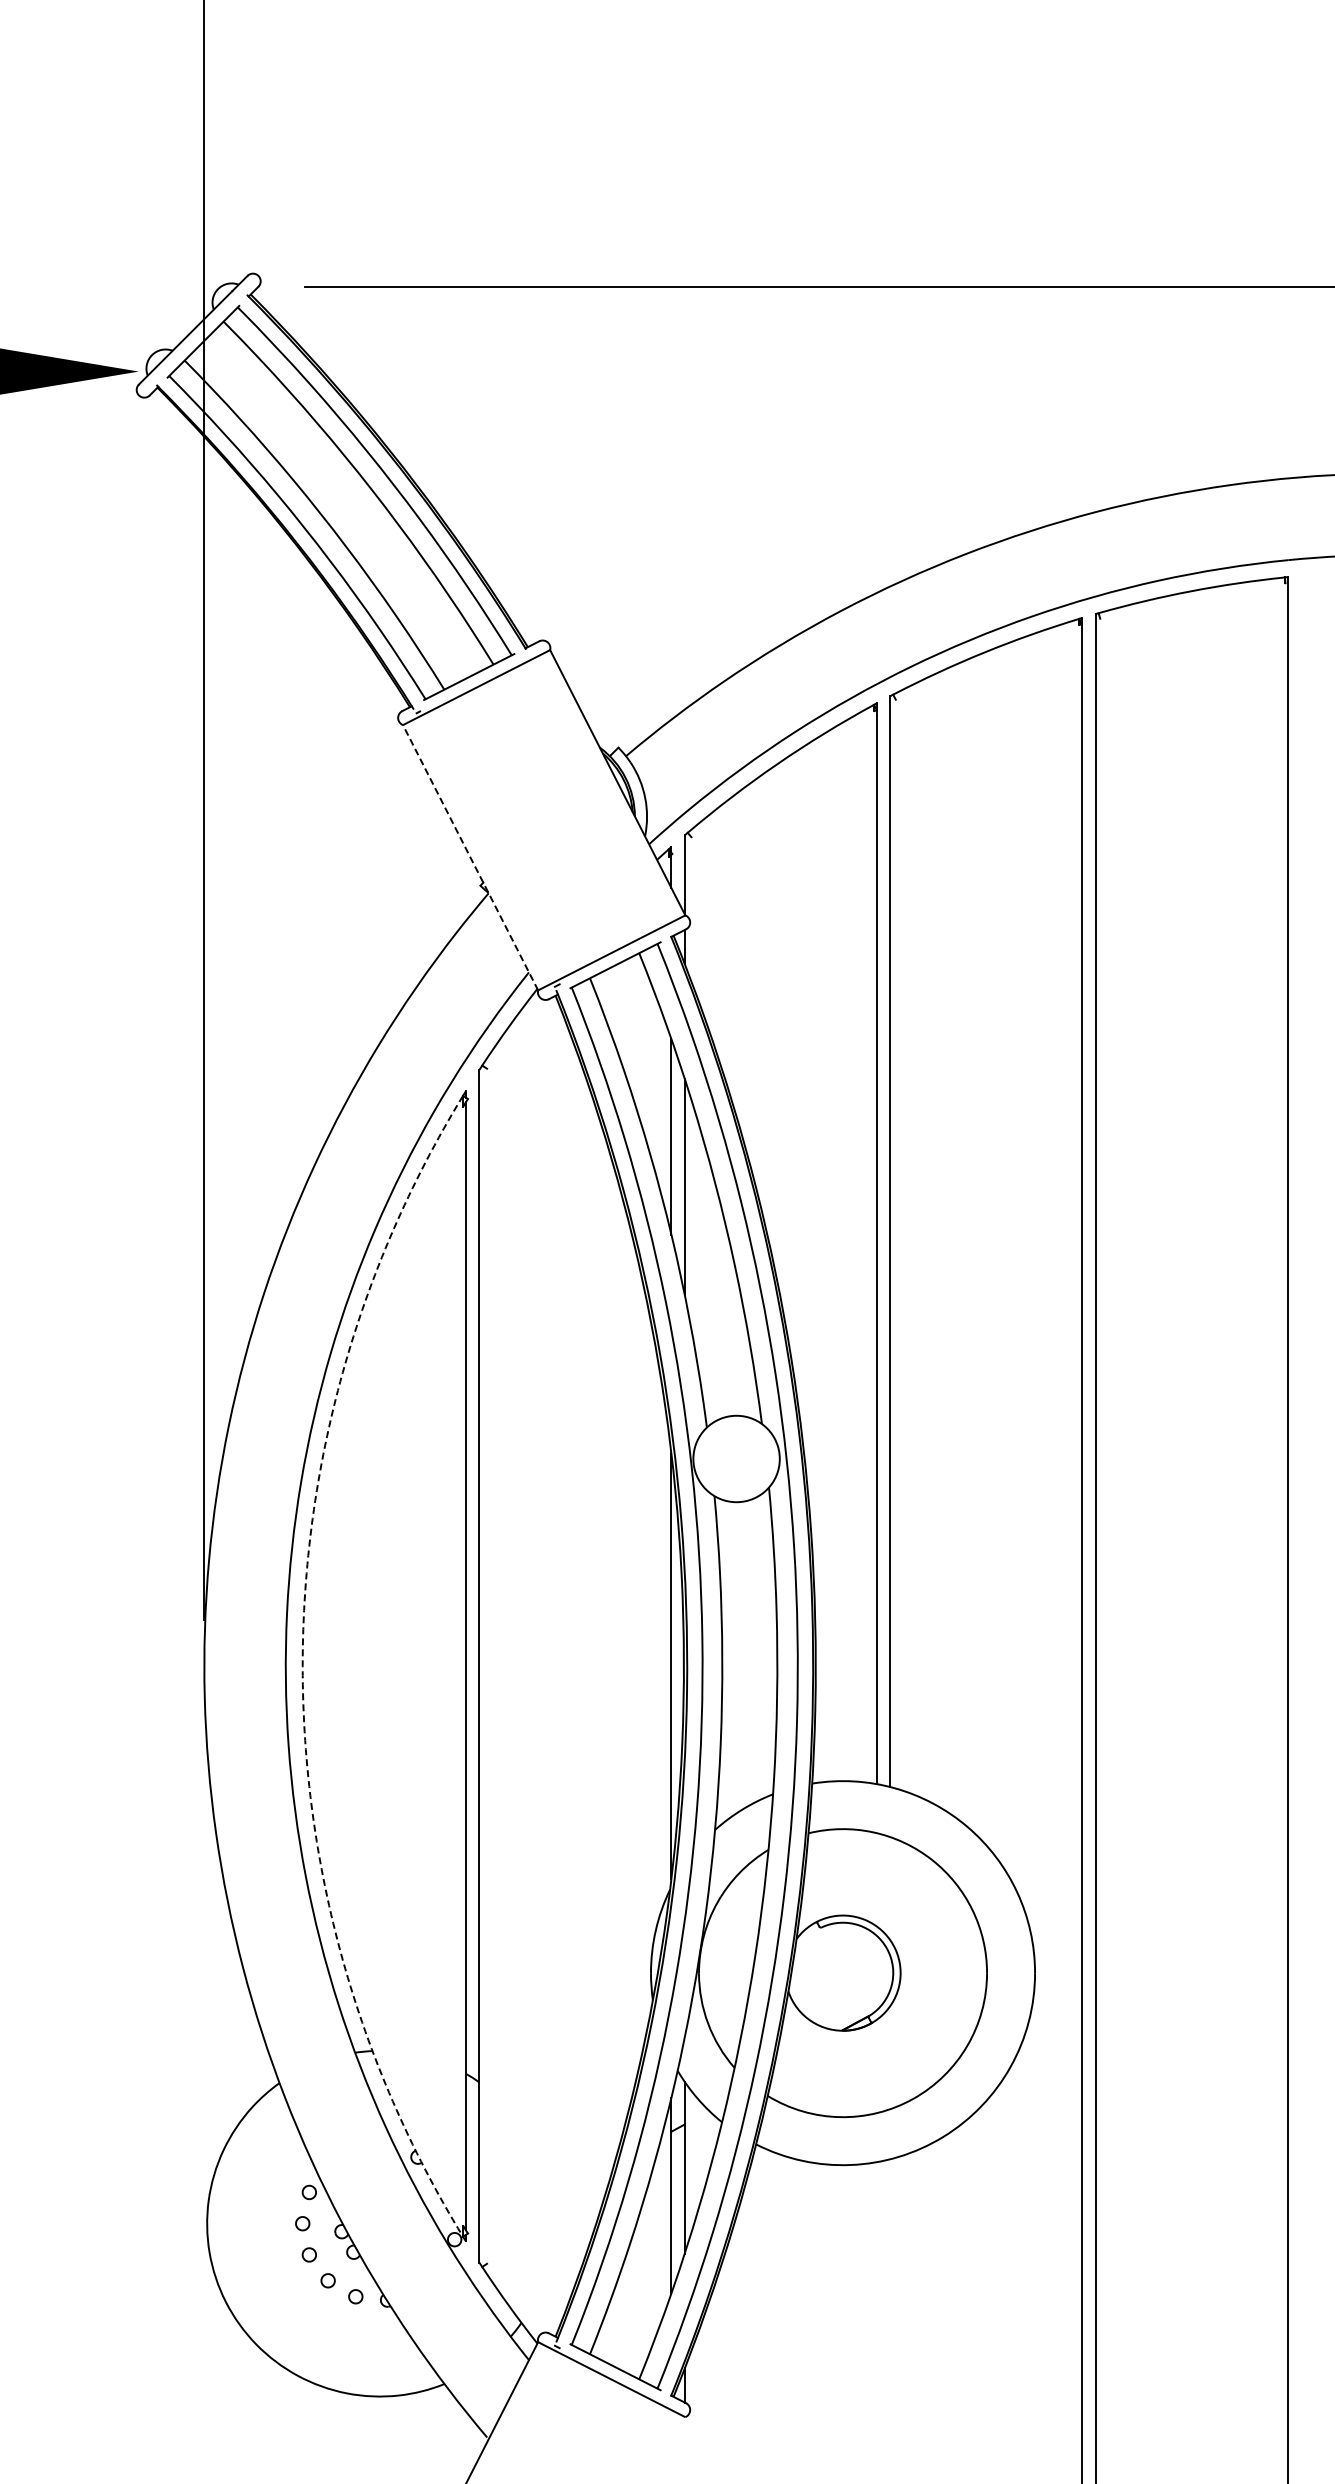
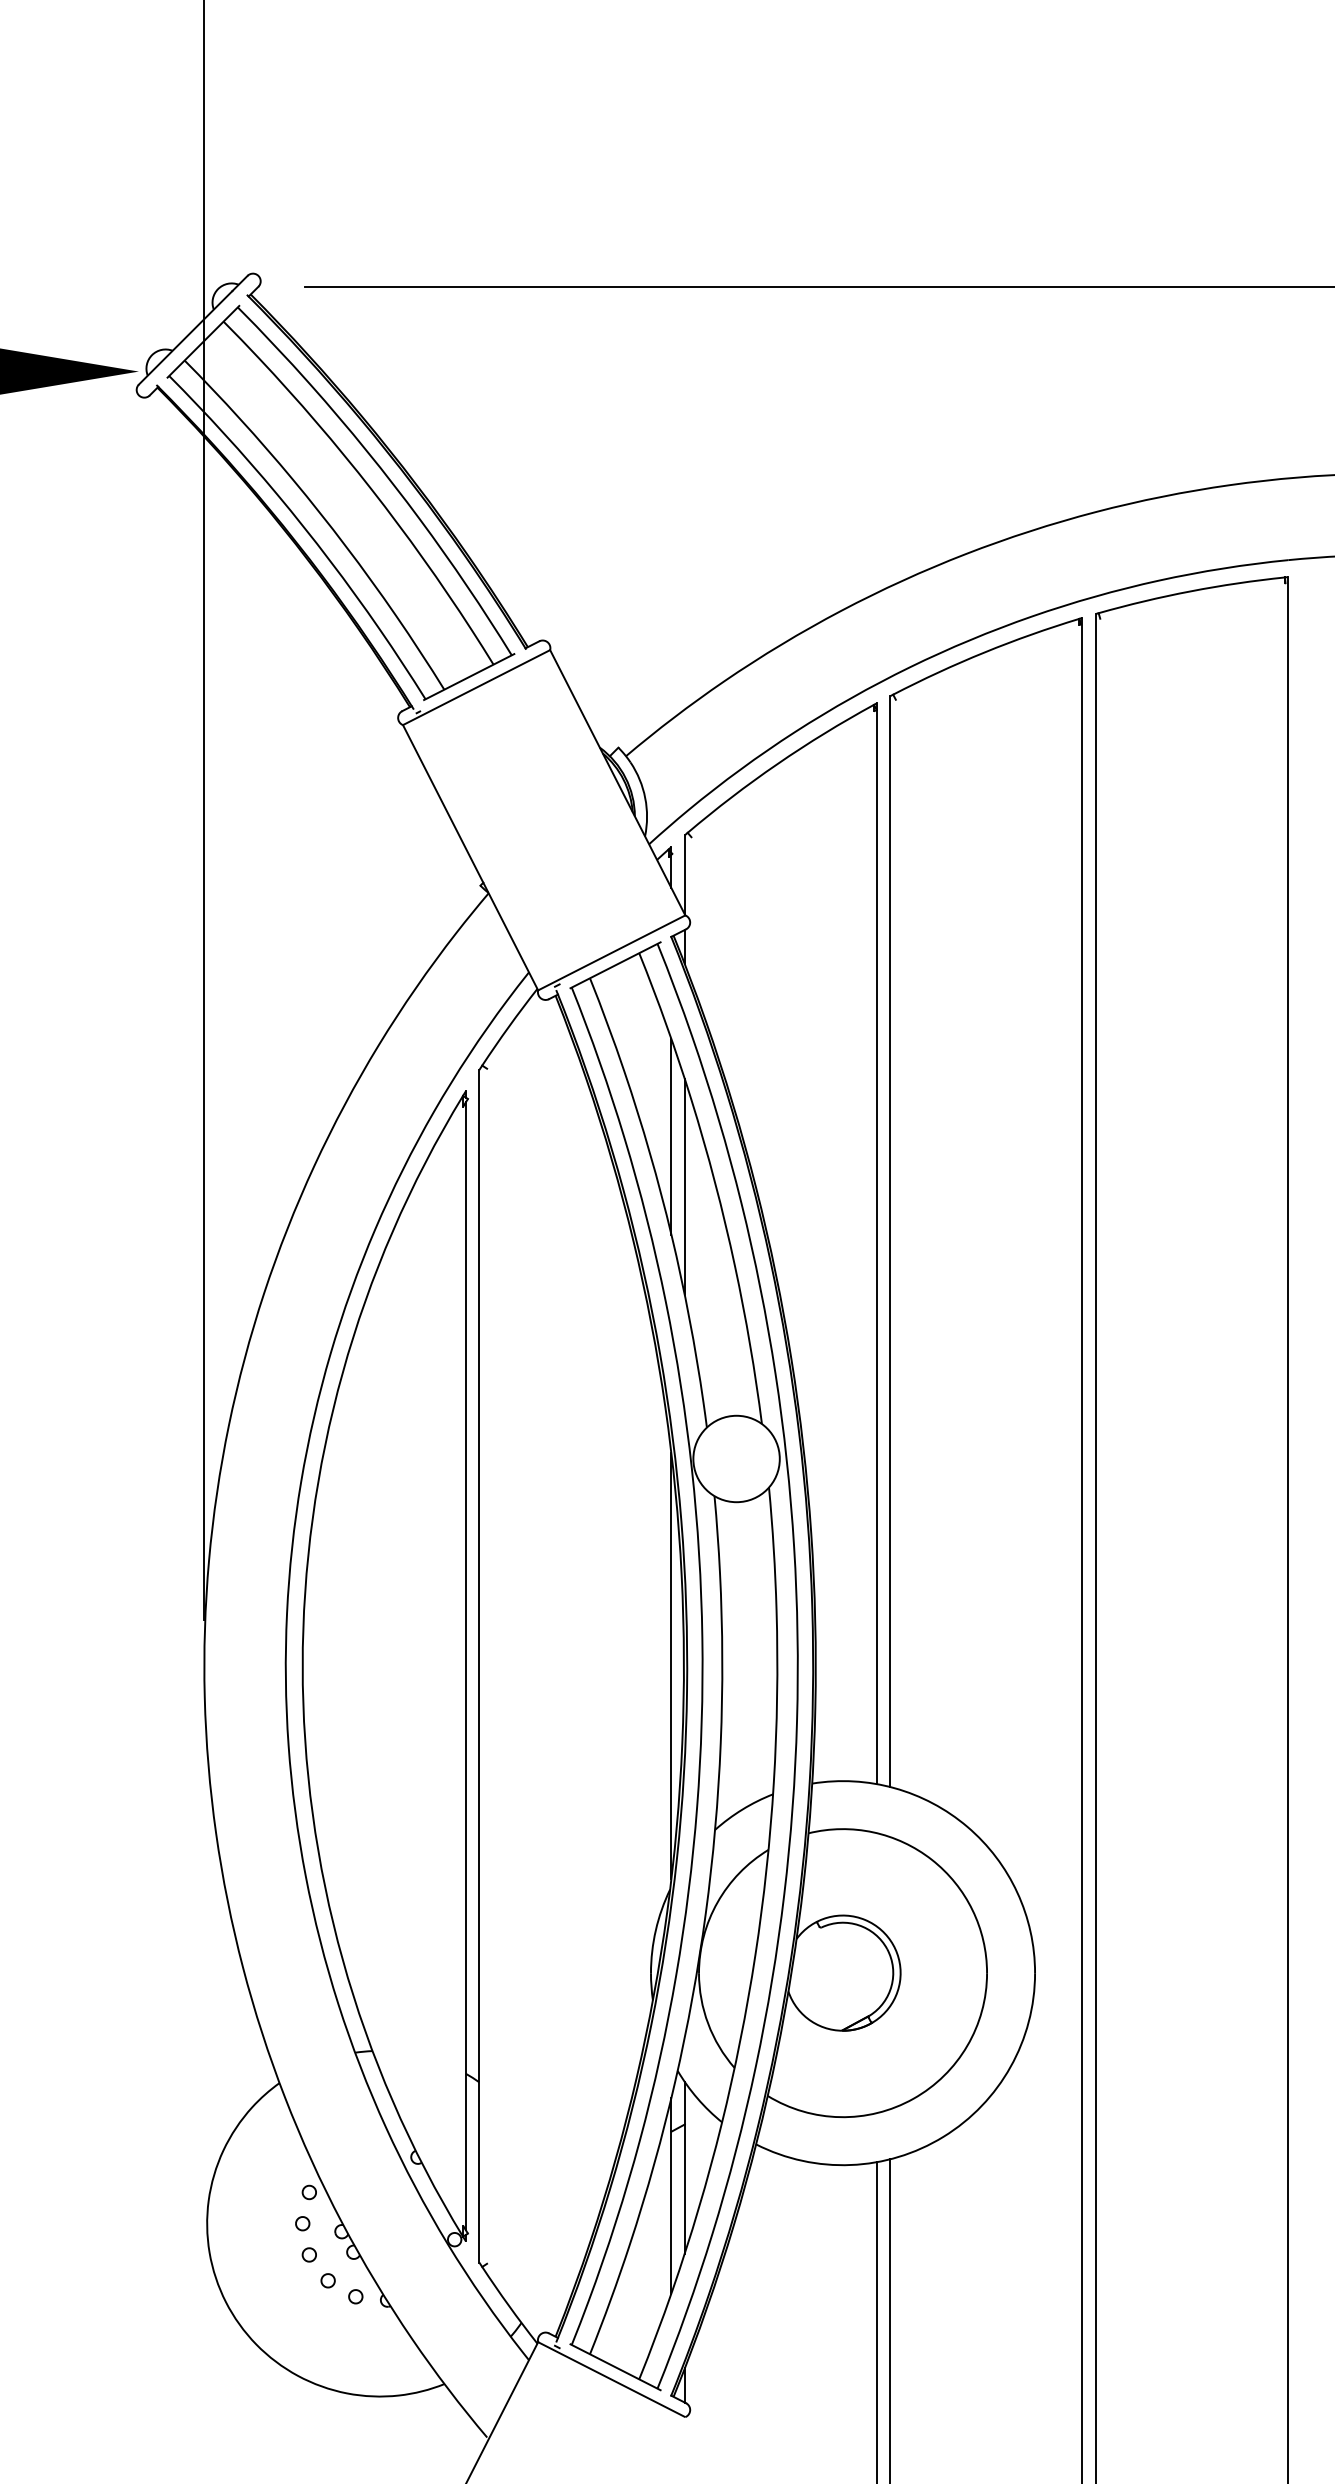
line at (470, 857): dashed -> solid
arc at (302, 1666): dashed -> solid
line at (890, 2319): none -> present
line at (876, 2321): none -> present
